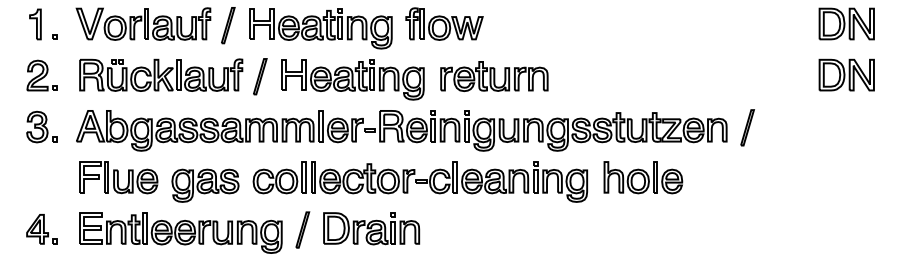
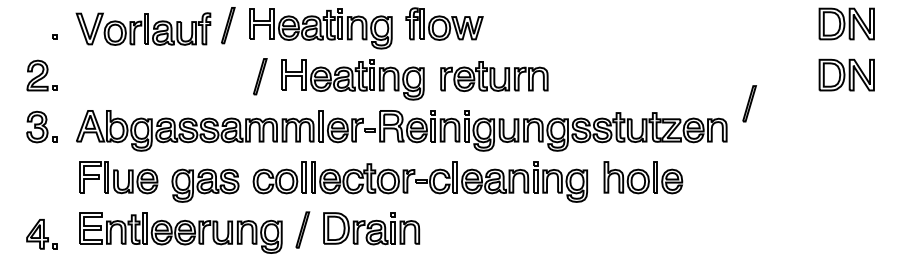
part at (143, 23) position: (143, 23) -> (143, 28)
part at (35, 24): present -> none
part at (161, 74): present -> none
part at (747, 127) position: (747, 127) -> (749, 103)
part at (41, 229) position: (41, 229) -> (41, 234)
